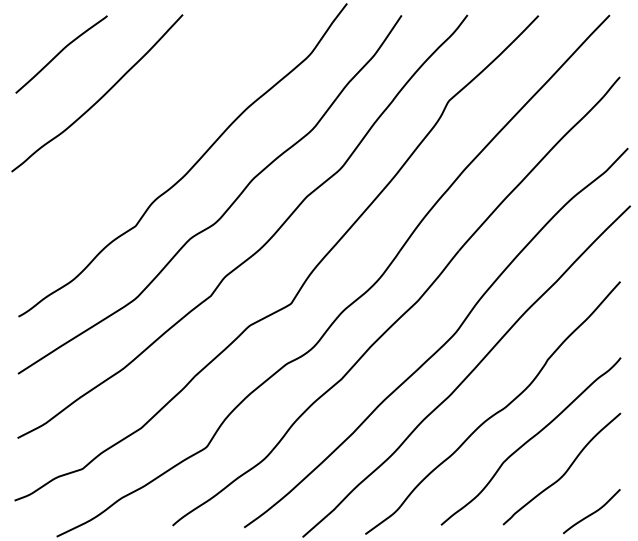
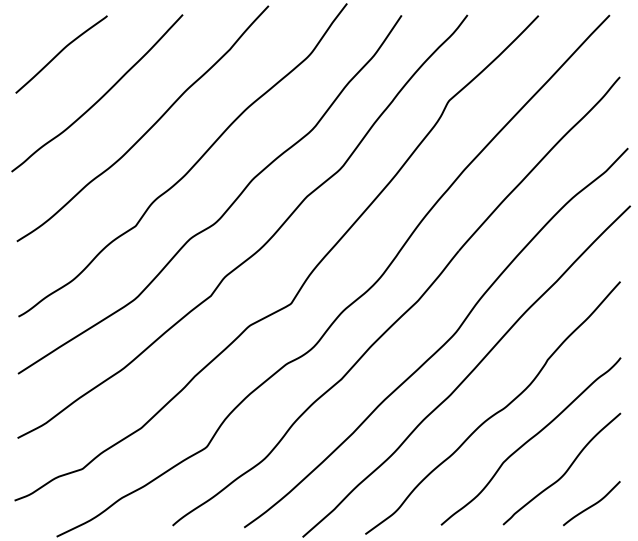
curve at (148, 129): none -> present
curve at (592, 512) position: (592, 512) -> (592, 504)
